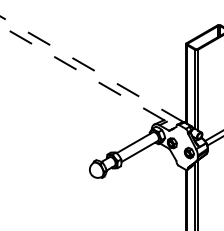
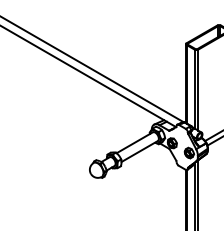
line at (91, 69): dashed -> solid
line at (88, 76): dashed -> solid
